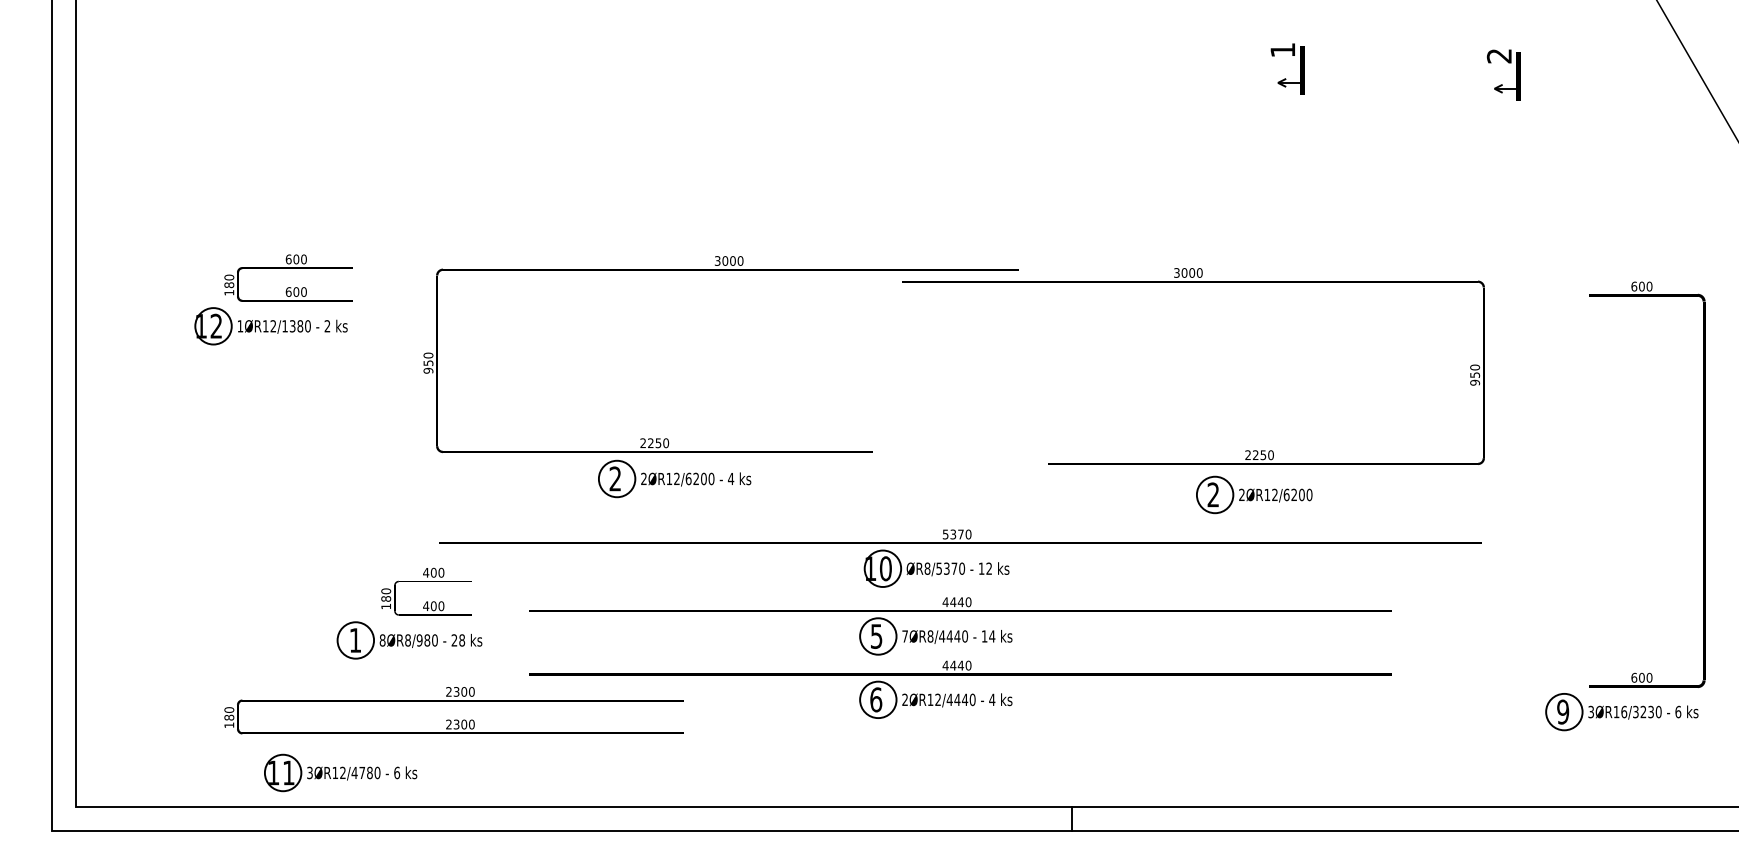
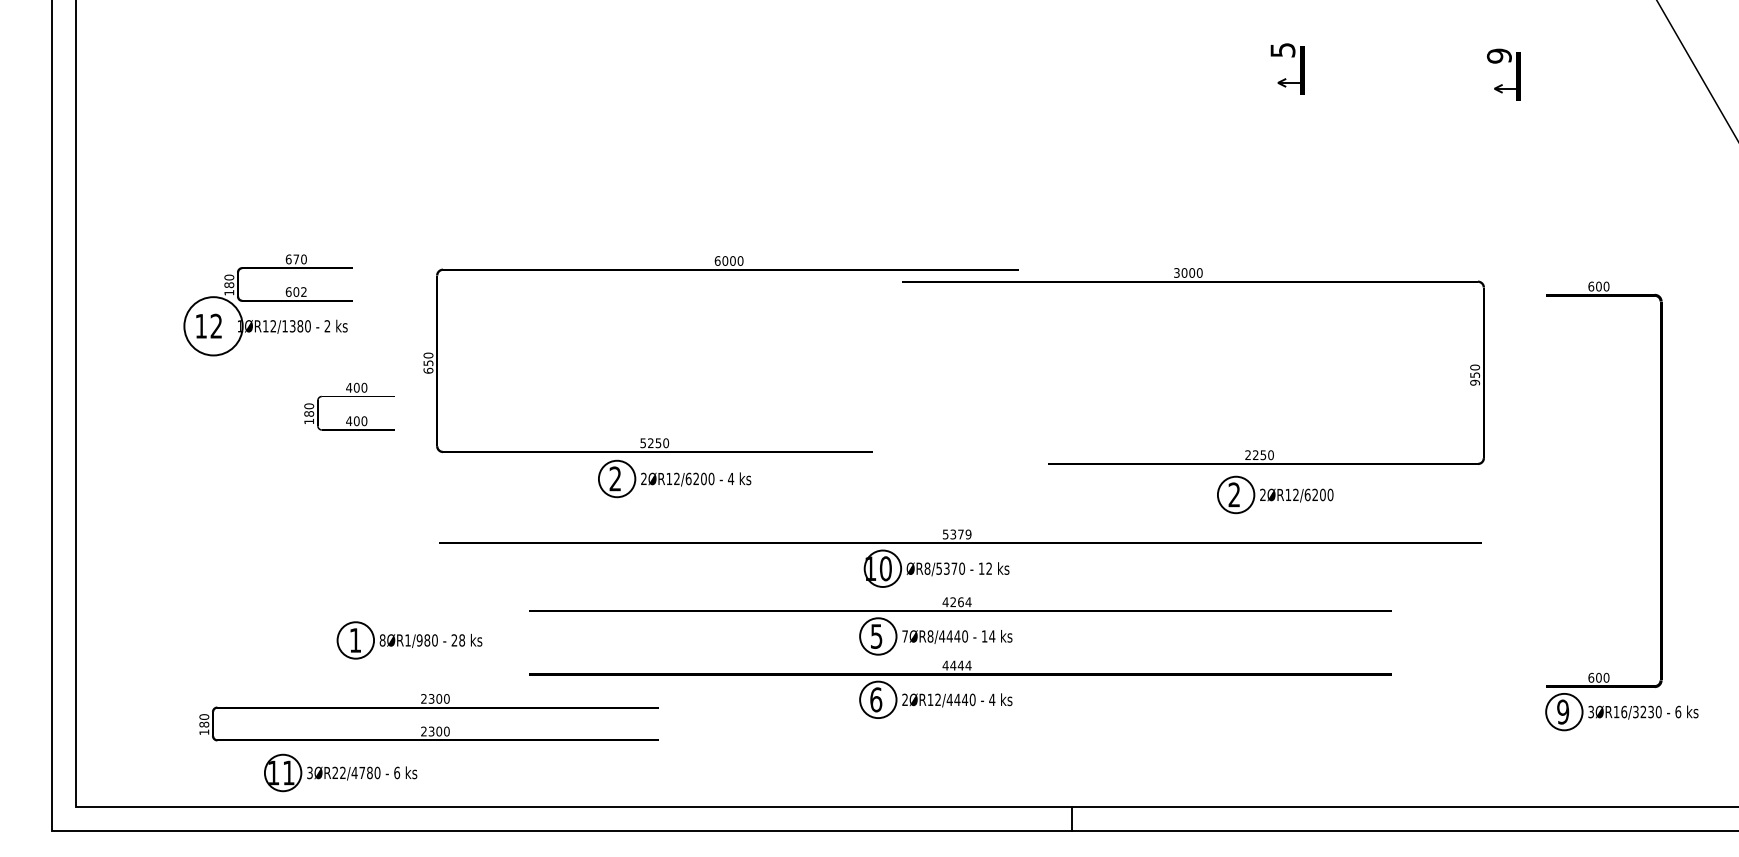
text at (1282, 50): 1 -> 5
text at (1499, 55): 2 -> 9
text at (296, 259): 600 -> 670
text at (717, 260): 3000 -> 6000
text at (303, 291): 600 -> 602
circle at (213, 326) diameter: 36 px -> 58 px
text at (428, 370): 950 -> 650
text at (642, 443): 2250 -> 5250
text at (1647, 484) position: (1647, 484) -> (1604, 484)
part at (1254, 494) position: (1254, 494) -> (1275, 494)
text at (968, 534): 5370 -> 5379
text at (426, 591) position: (426, 591) -> (349, 406)
text at (960, 602): 4440 -> 4264
text at (407, 640): 8ØR8/980 -> 8ØR1/980
text at (968, 665): 4440 -> 4444
text at (453, 710) position: (453, 710) -> (428, 717)
text at (335, 772): 3ØR12/4780 -> 3ØR22/4780
